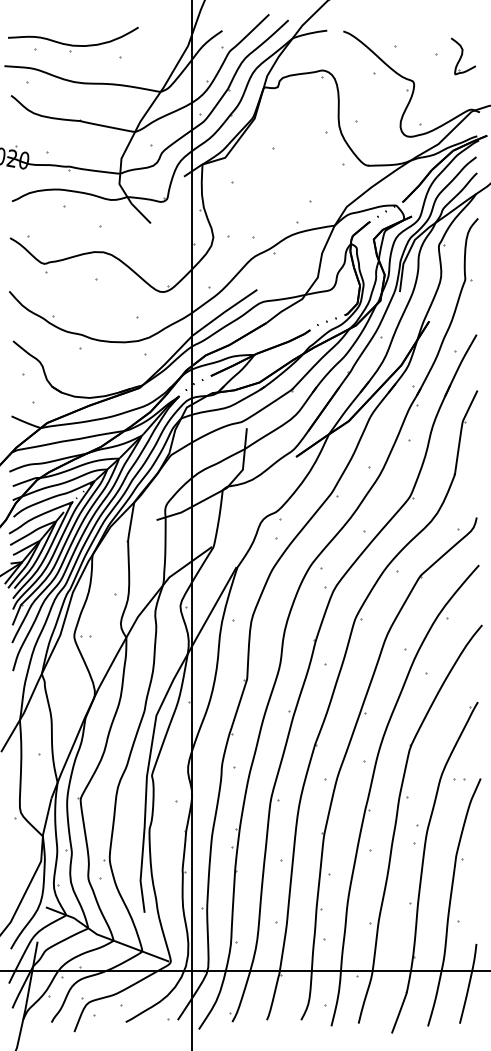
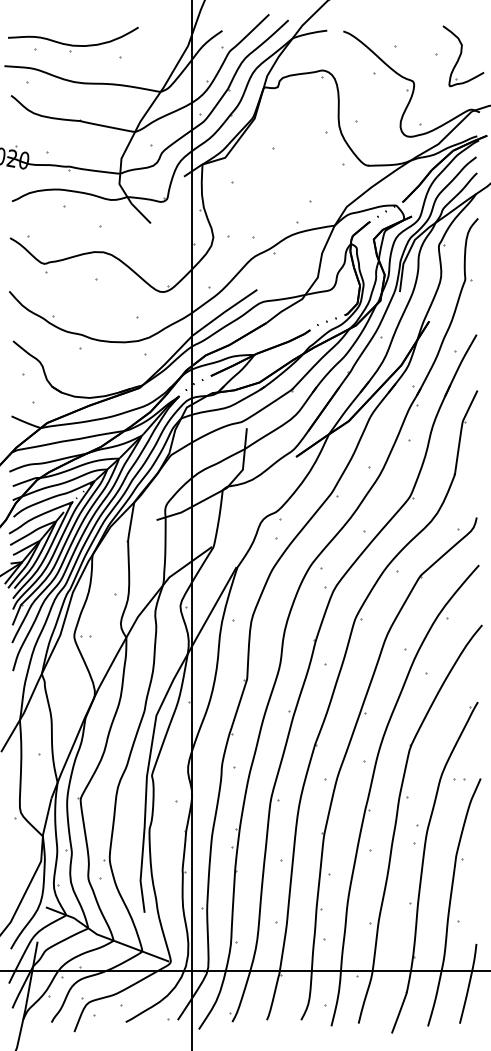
part at (463, 56) size: 25x39 px -> 43x63 px
